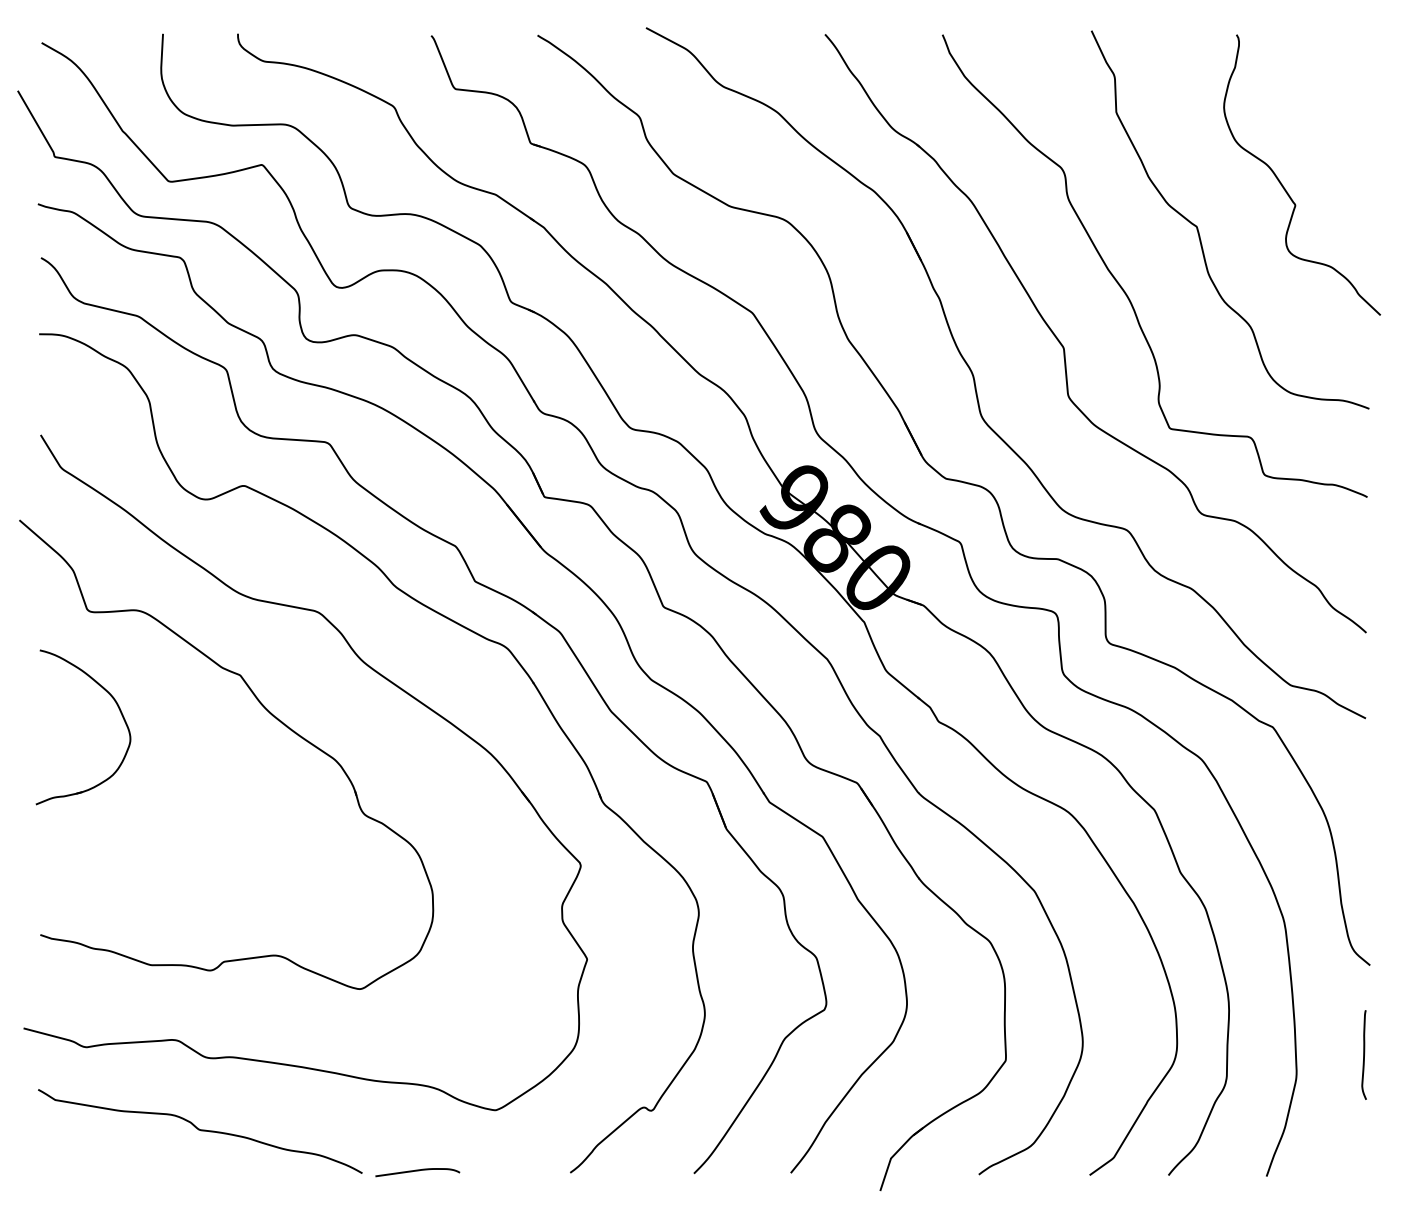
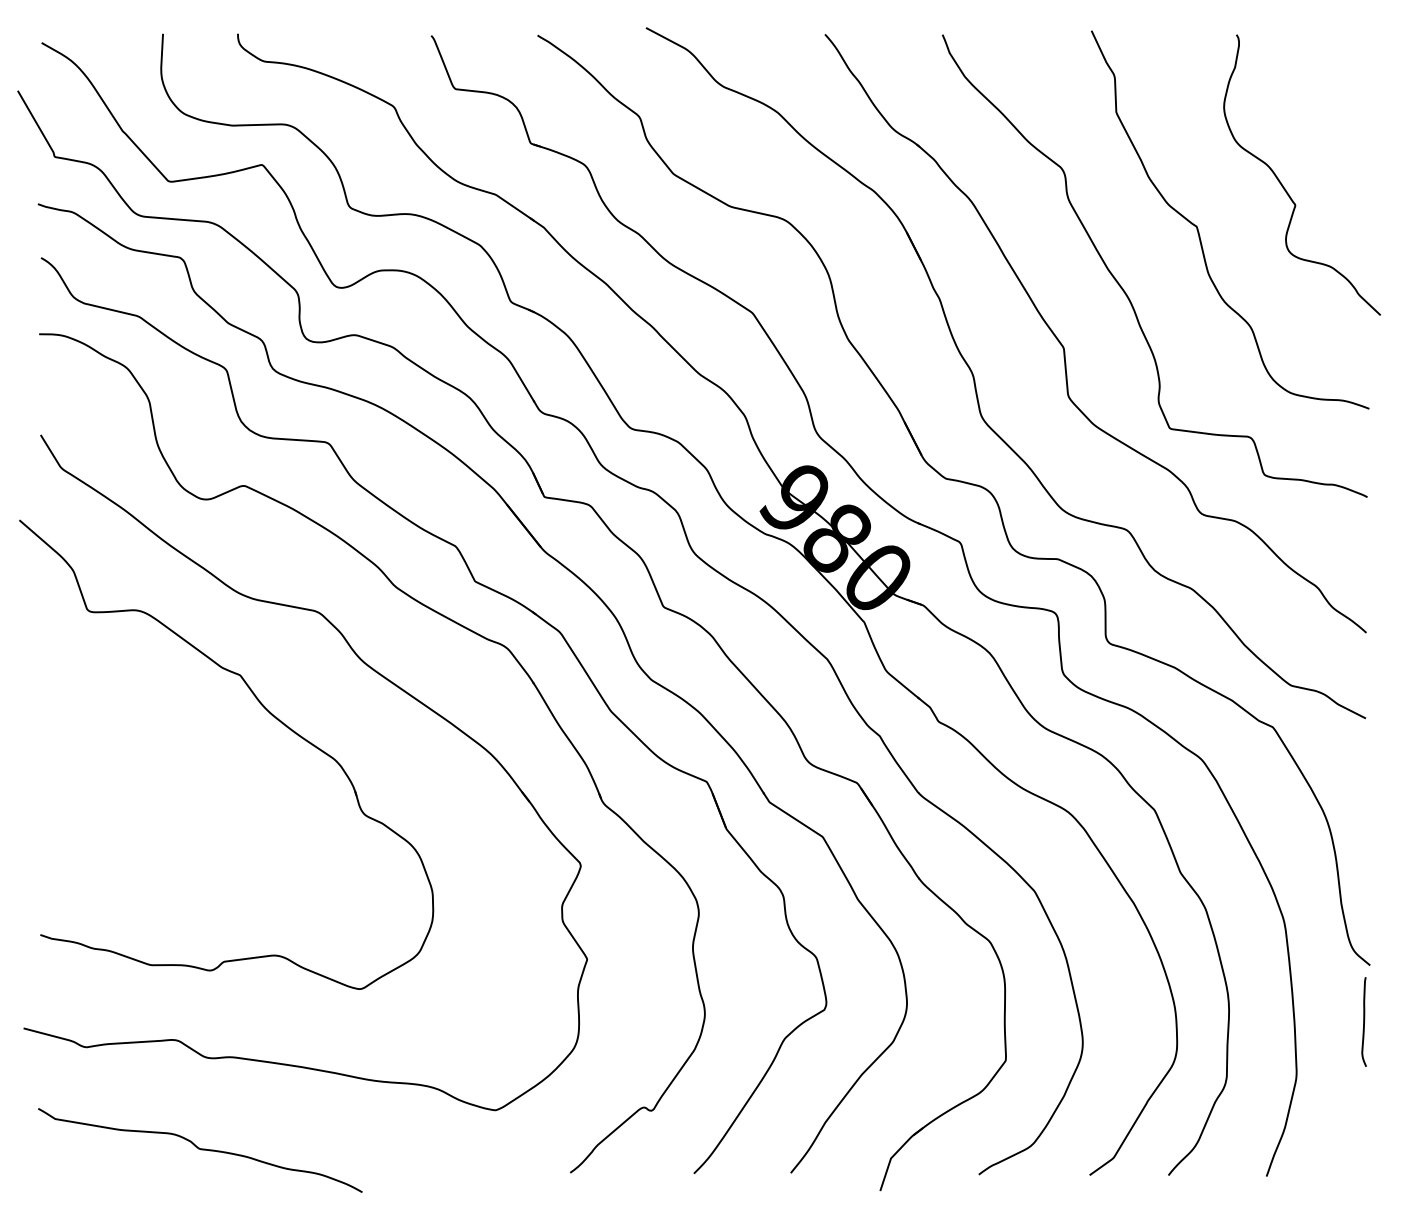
part at (119, 711): present -> none
curve at (1363, 1054) position: (1363, 1054) -> (1363, 1021)
curve at (200, 1130) position: (200, 1130) -> (200, 1149)
curve at (417, 1171): present -> none
